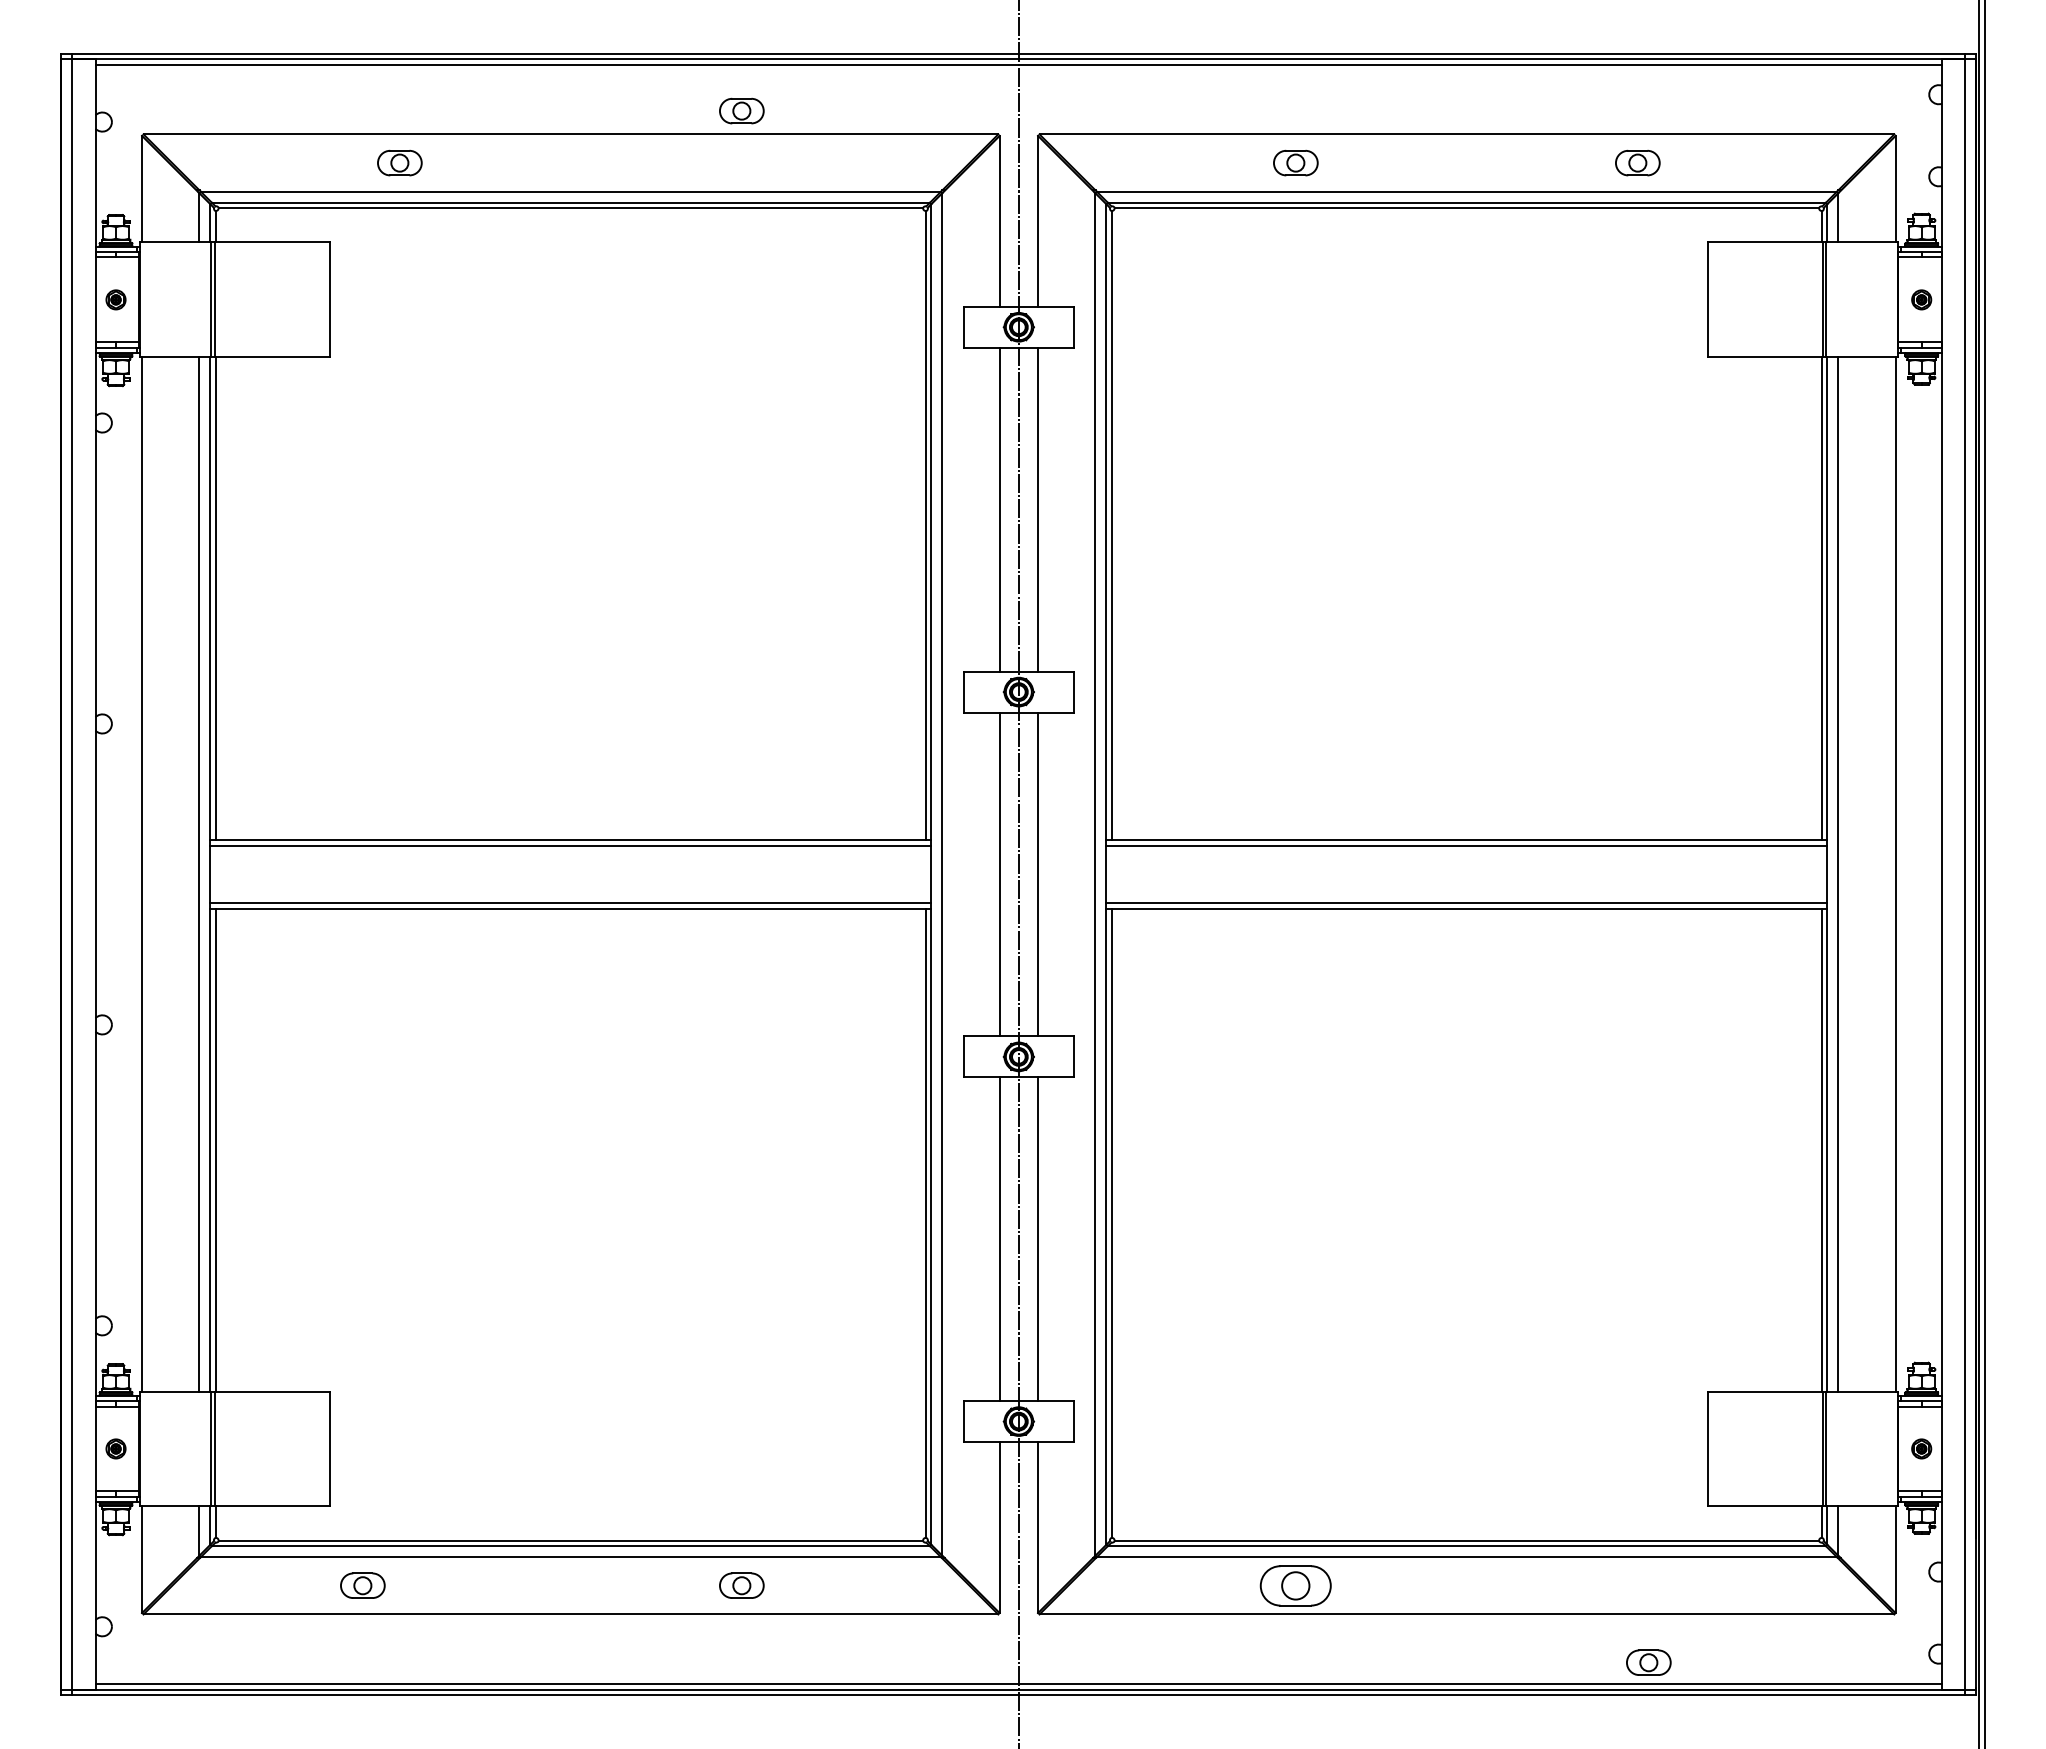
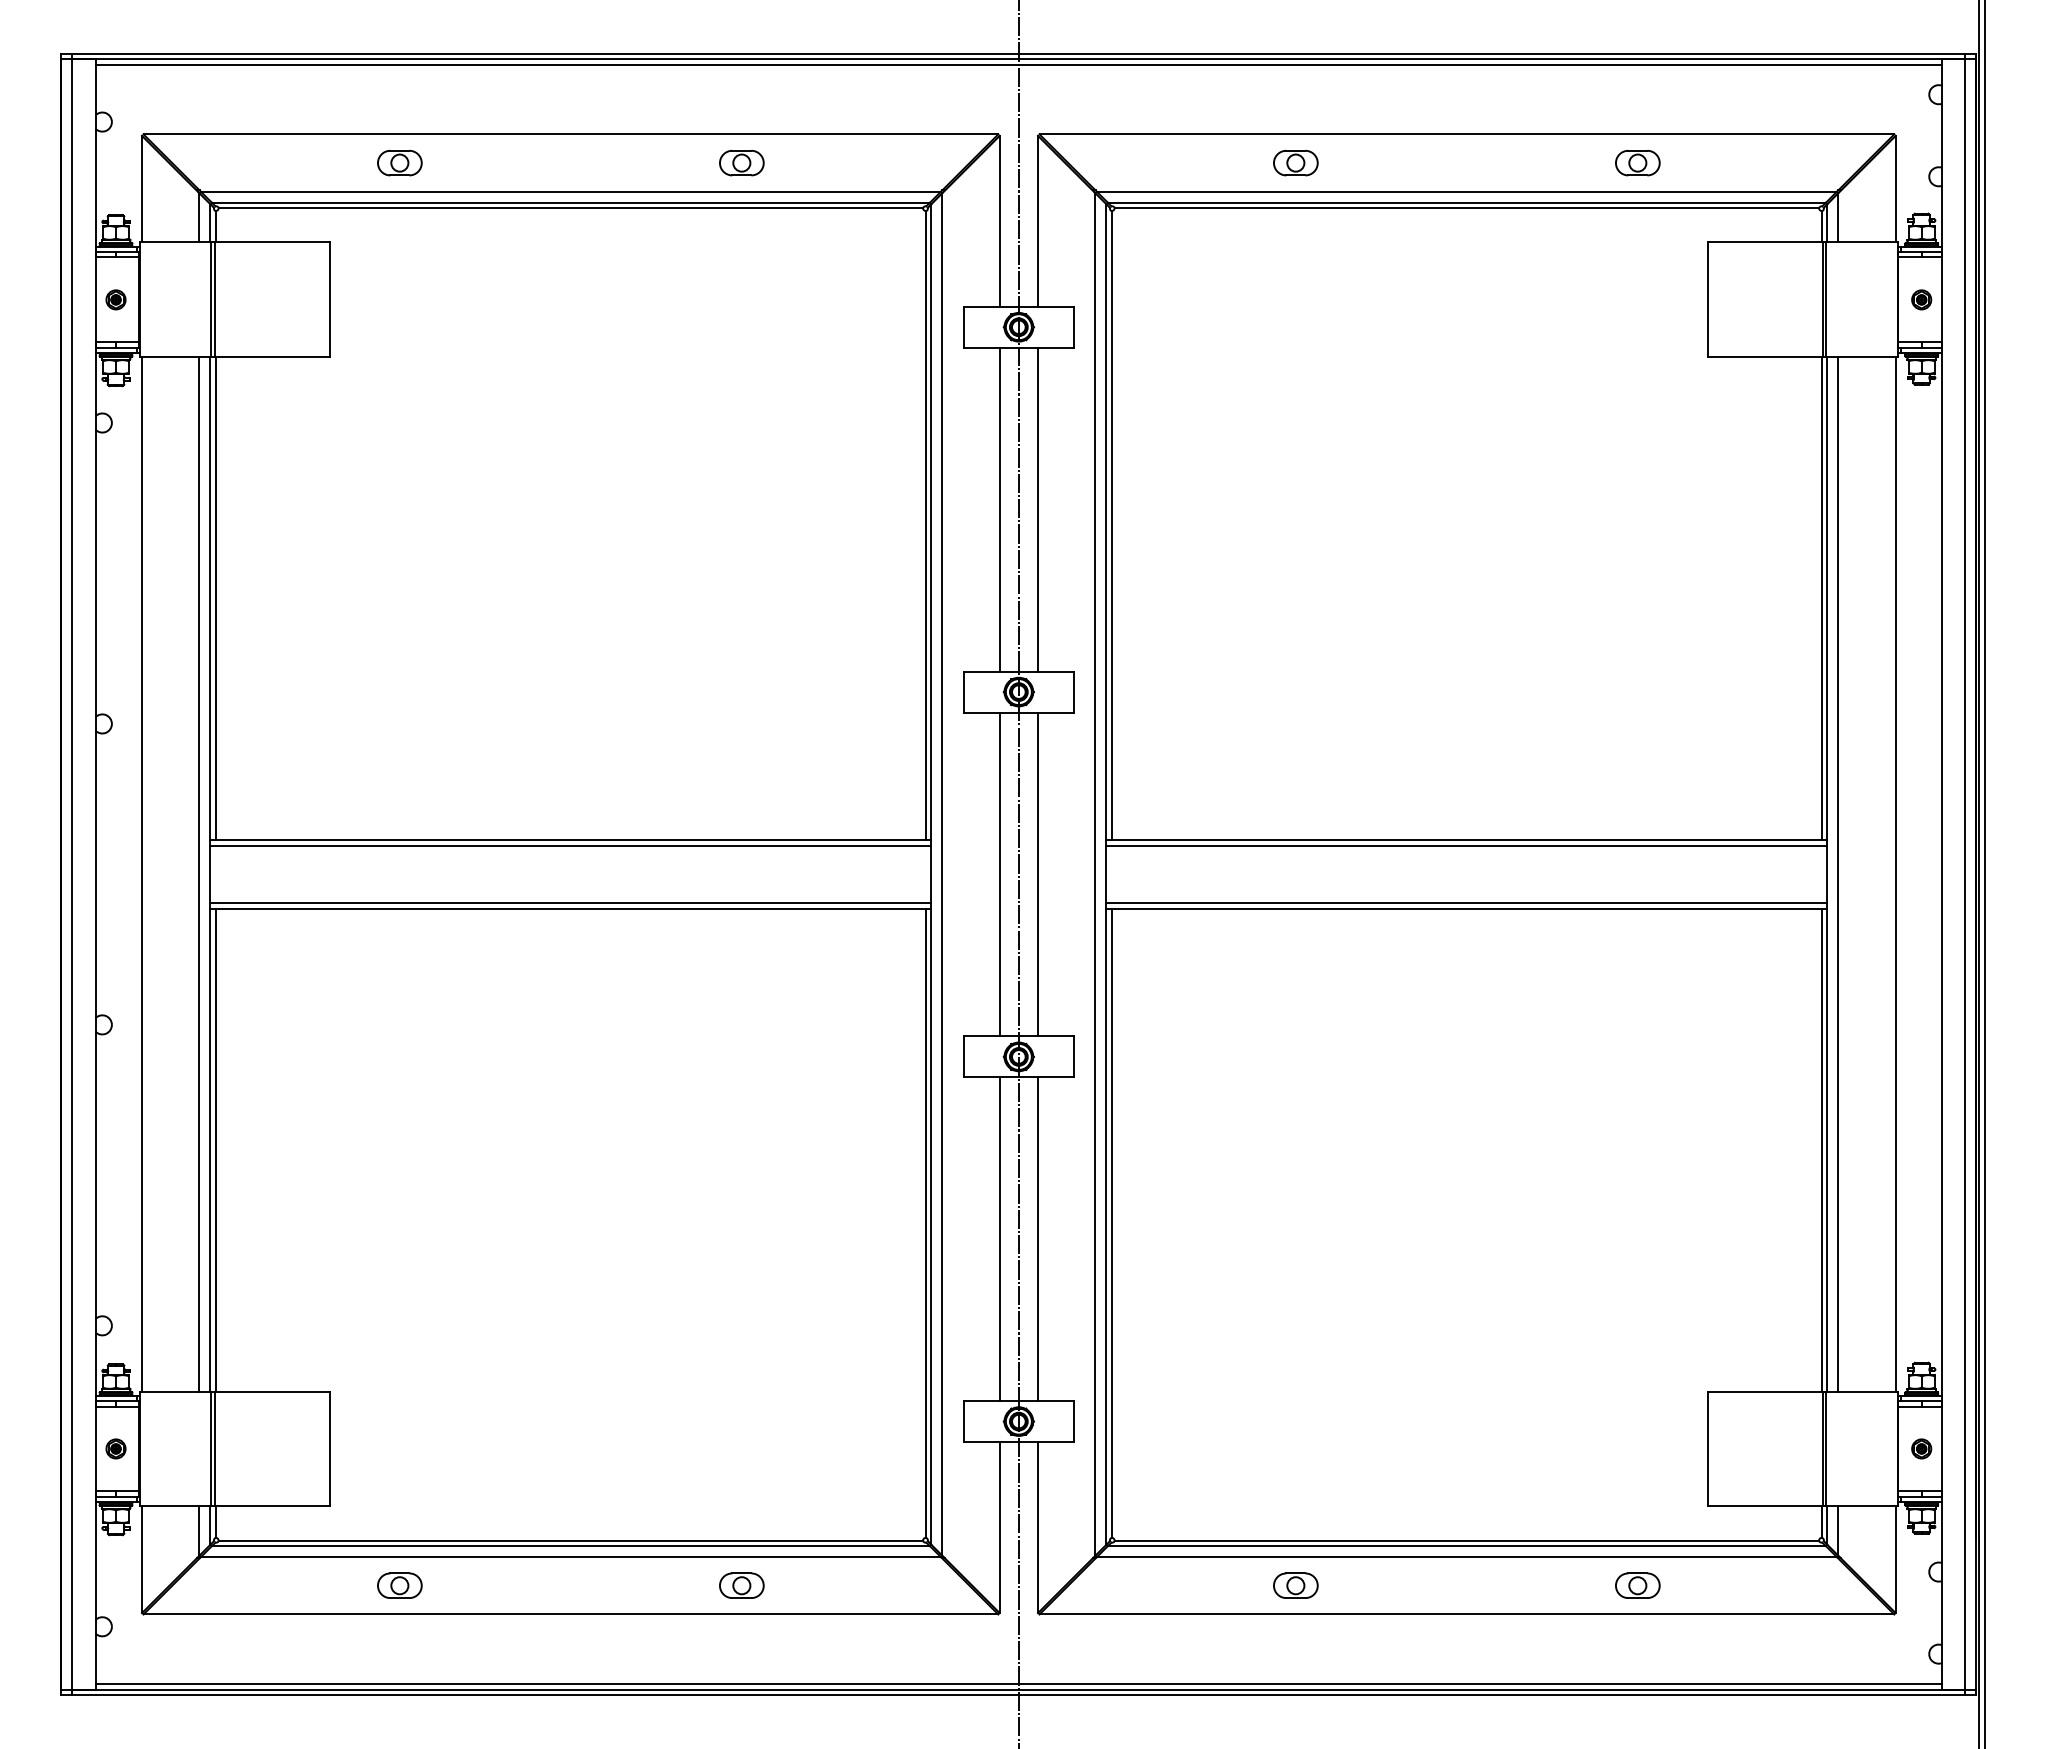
part at (741, 110) position: (741, 110) -> (741, 162)
part at (362, 1585) position: (362, 1585) -> (399, 1585)
part at (1295, 1585) size: 73x42 px -> 46x27 px
part at (1648, 1662) position: (1648, 1662) -> (1637, 1585)
